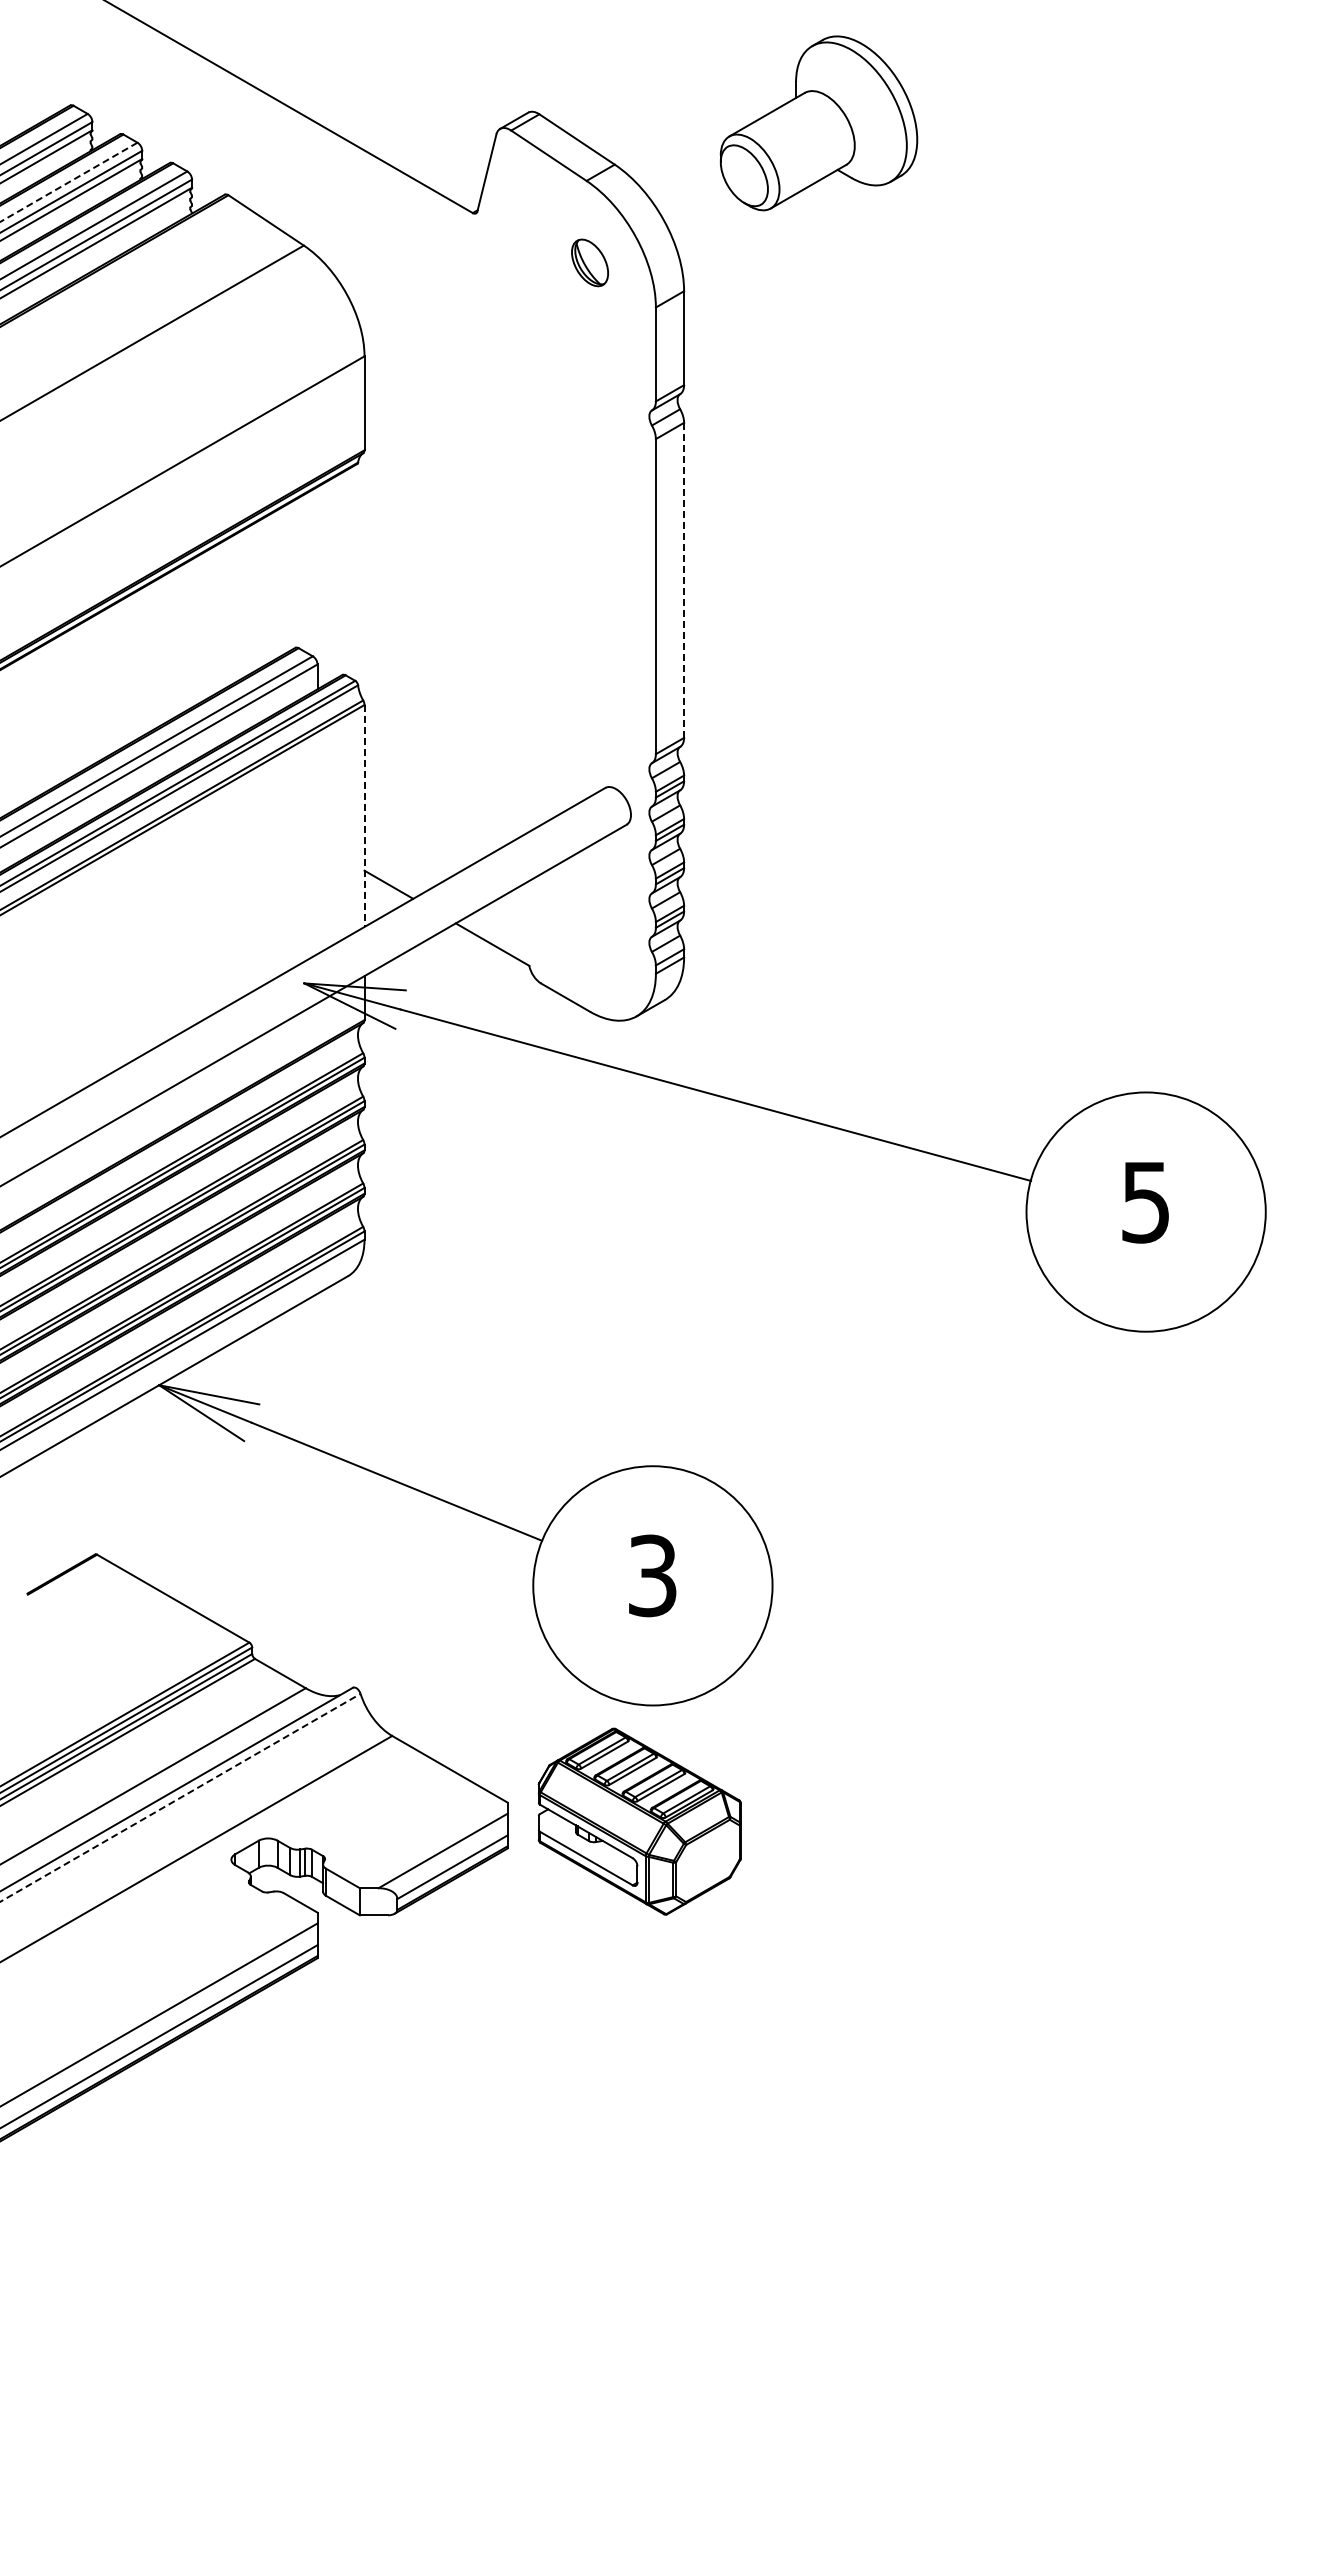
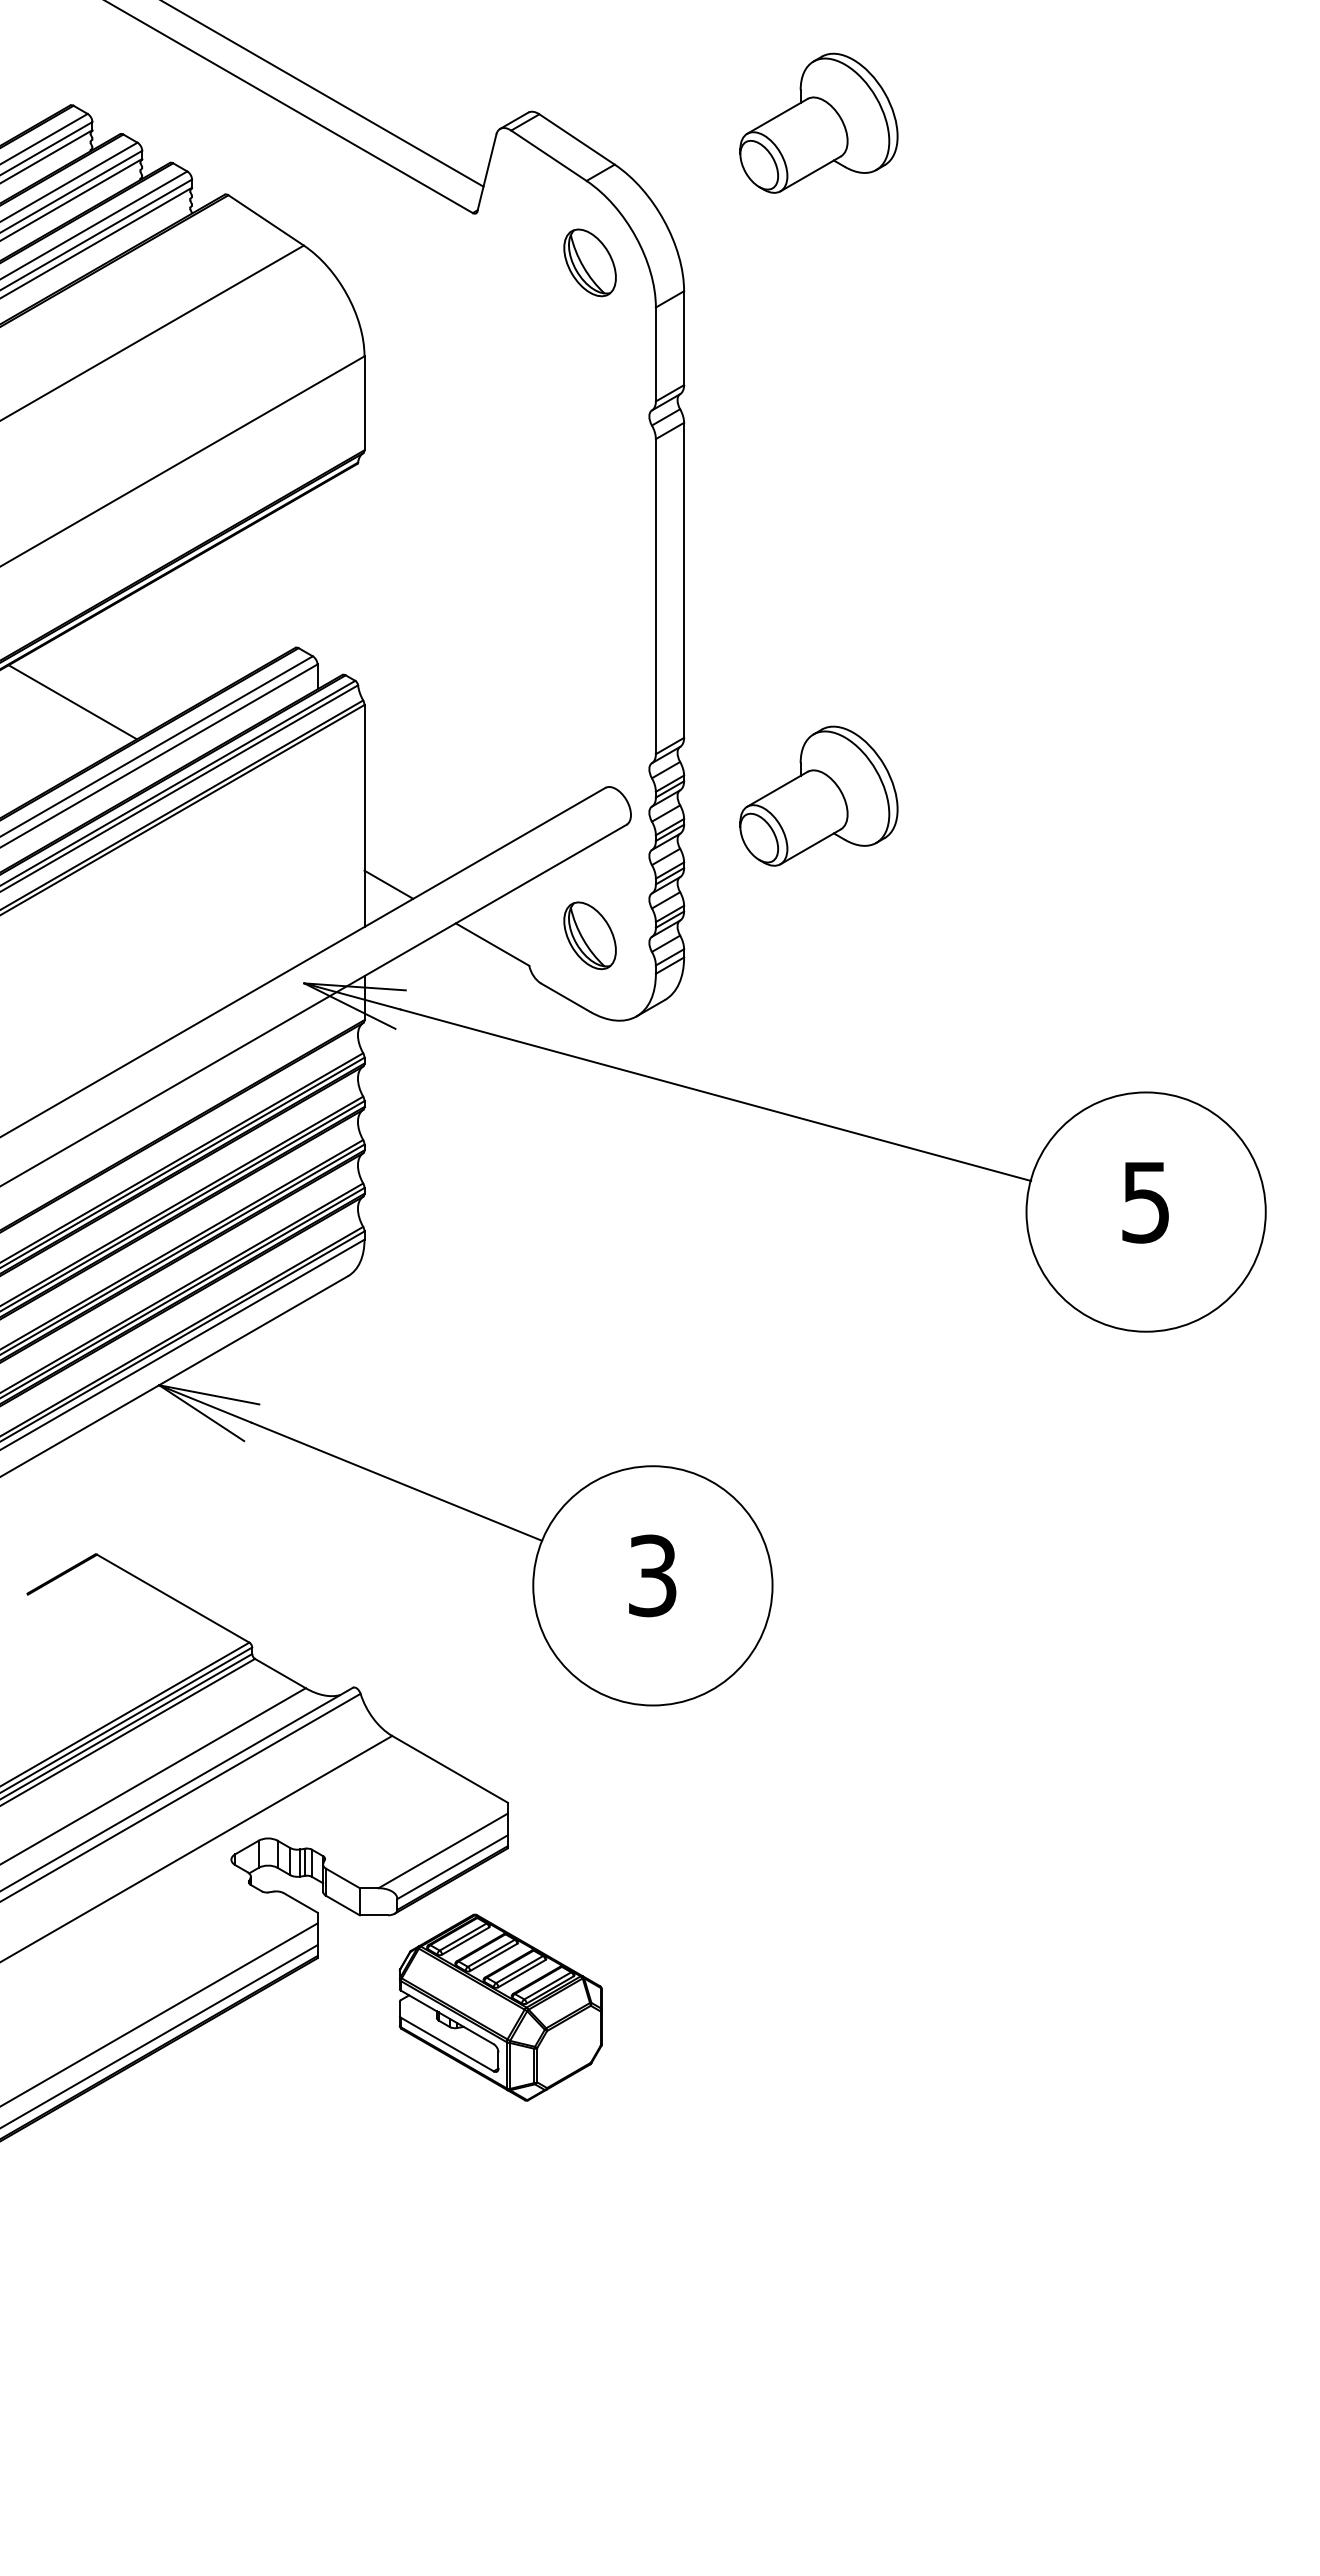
line at (323, 94): none -> present
part at (818, 123) size: 200x177 px -> 160x142 px
line at (69, 182): dashed -> solid
part at (589, 262) size: 38x50 px -> 54x70 px
line at (684, 580): dashed -> solid
line at (72, 702): none -> present
part at (818, 795): none -> present
line at (364, 816): dashed -> solid
part at (589, 935): none -> present
line at (180, 1797): dashed -> solid
part at (639, 1821) position: (639, 1821) -> (500, 2007)
